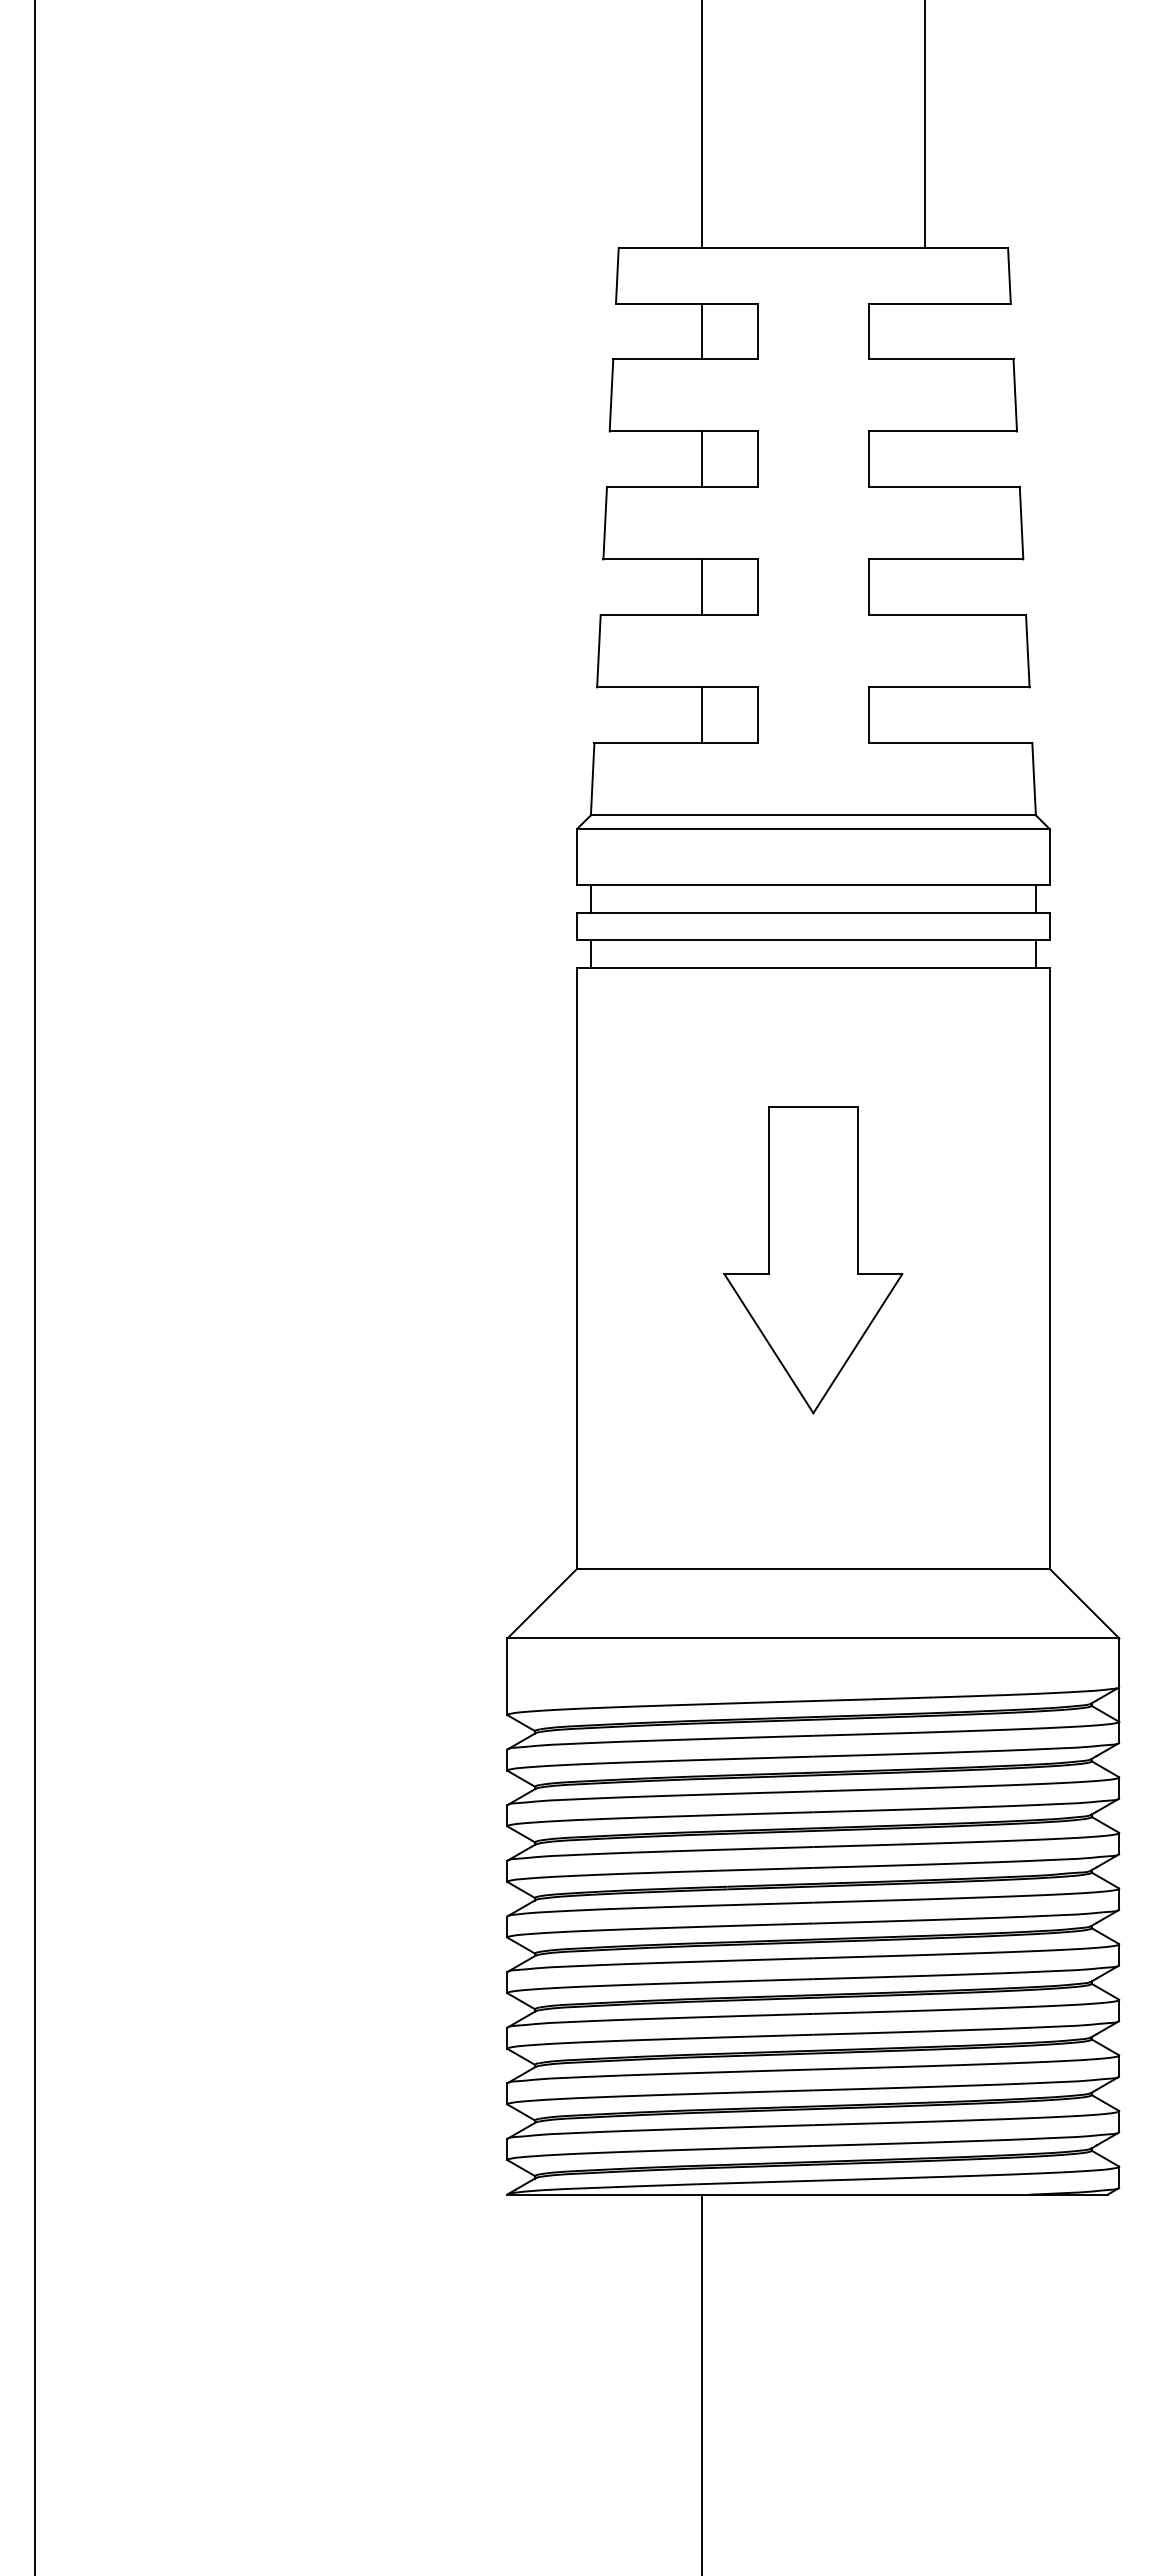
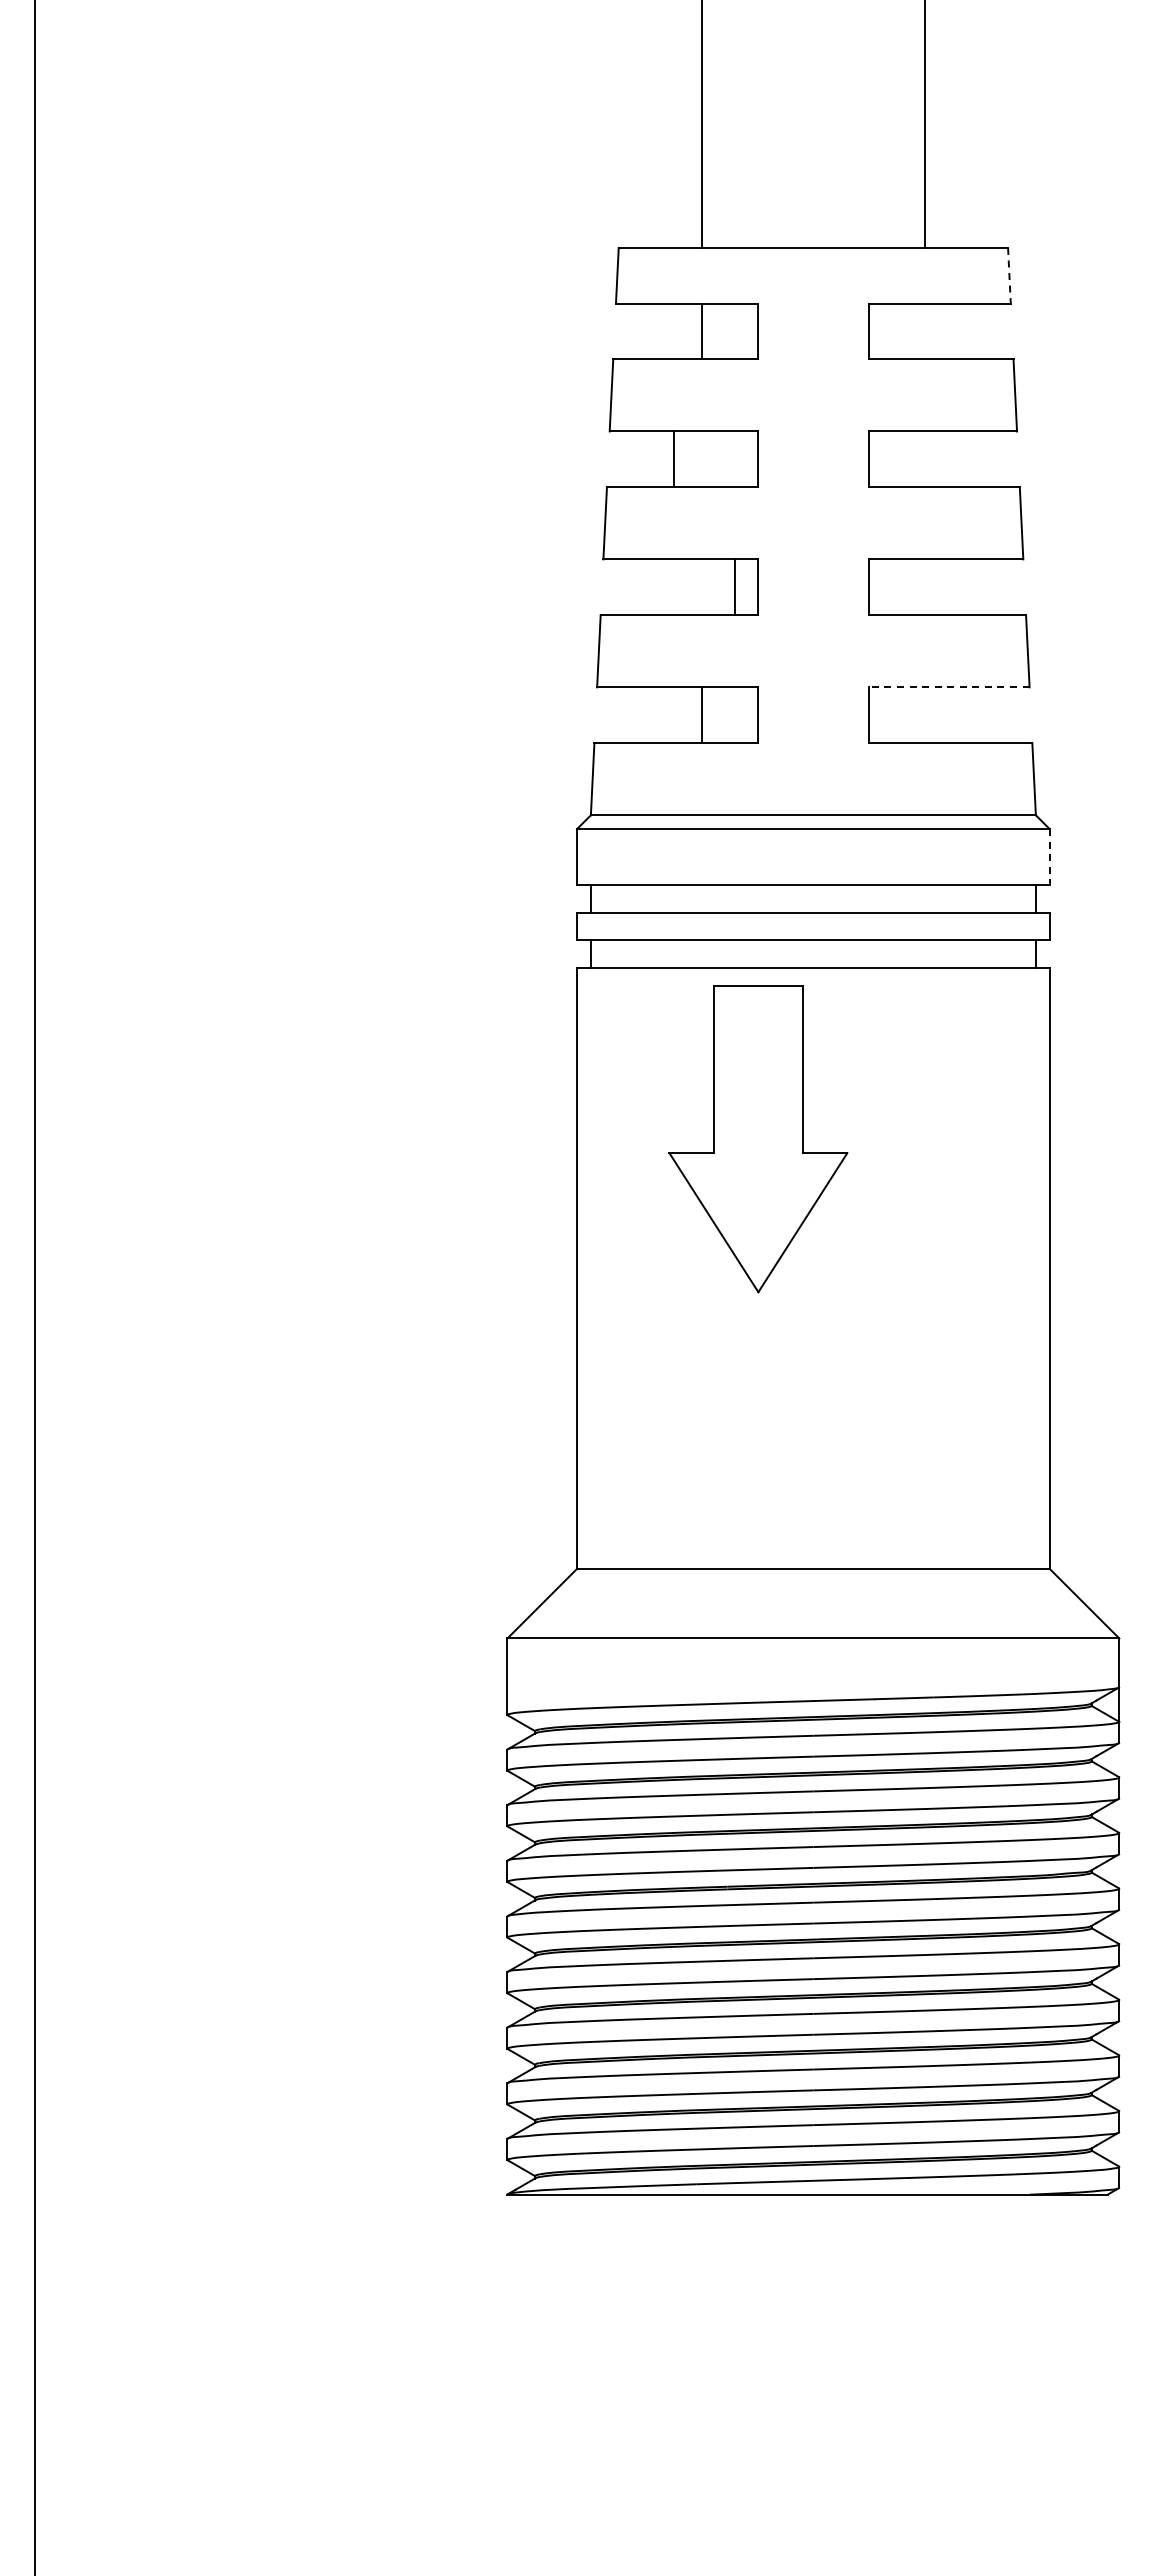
line at (1009, 275): solid -> dashed
line at (702, 459) position: (702, 459) -> (674, 459)
line at (702, 587) position: (702, 587) -> (735, 587)
line at (948, 687): solid -> dashed
line at (1049, 856): solid -> dashed
part at (813, 1260) position: (813, 1260) -> (758, 1139)
line at (702, 2383): present -> none
